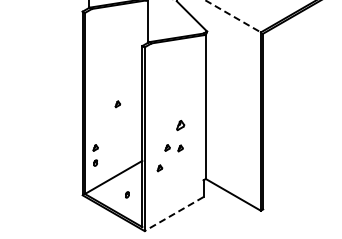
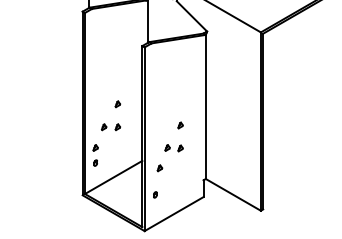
line at (233, 16): dashed -> solid
part at (180, 125) size: 10x12 px -> 7x9 px
part at (110, 127): none -> present
part at (127, 194) position: (127, 194) -> (155, 194)
line at (173, 214): dashed -> solid
